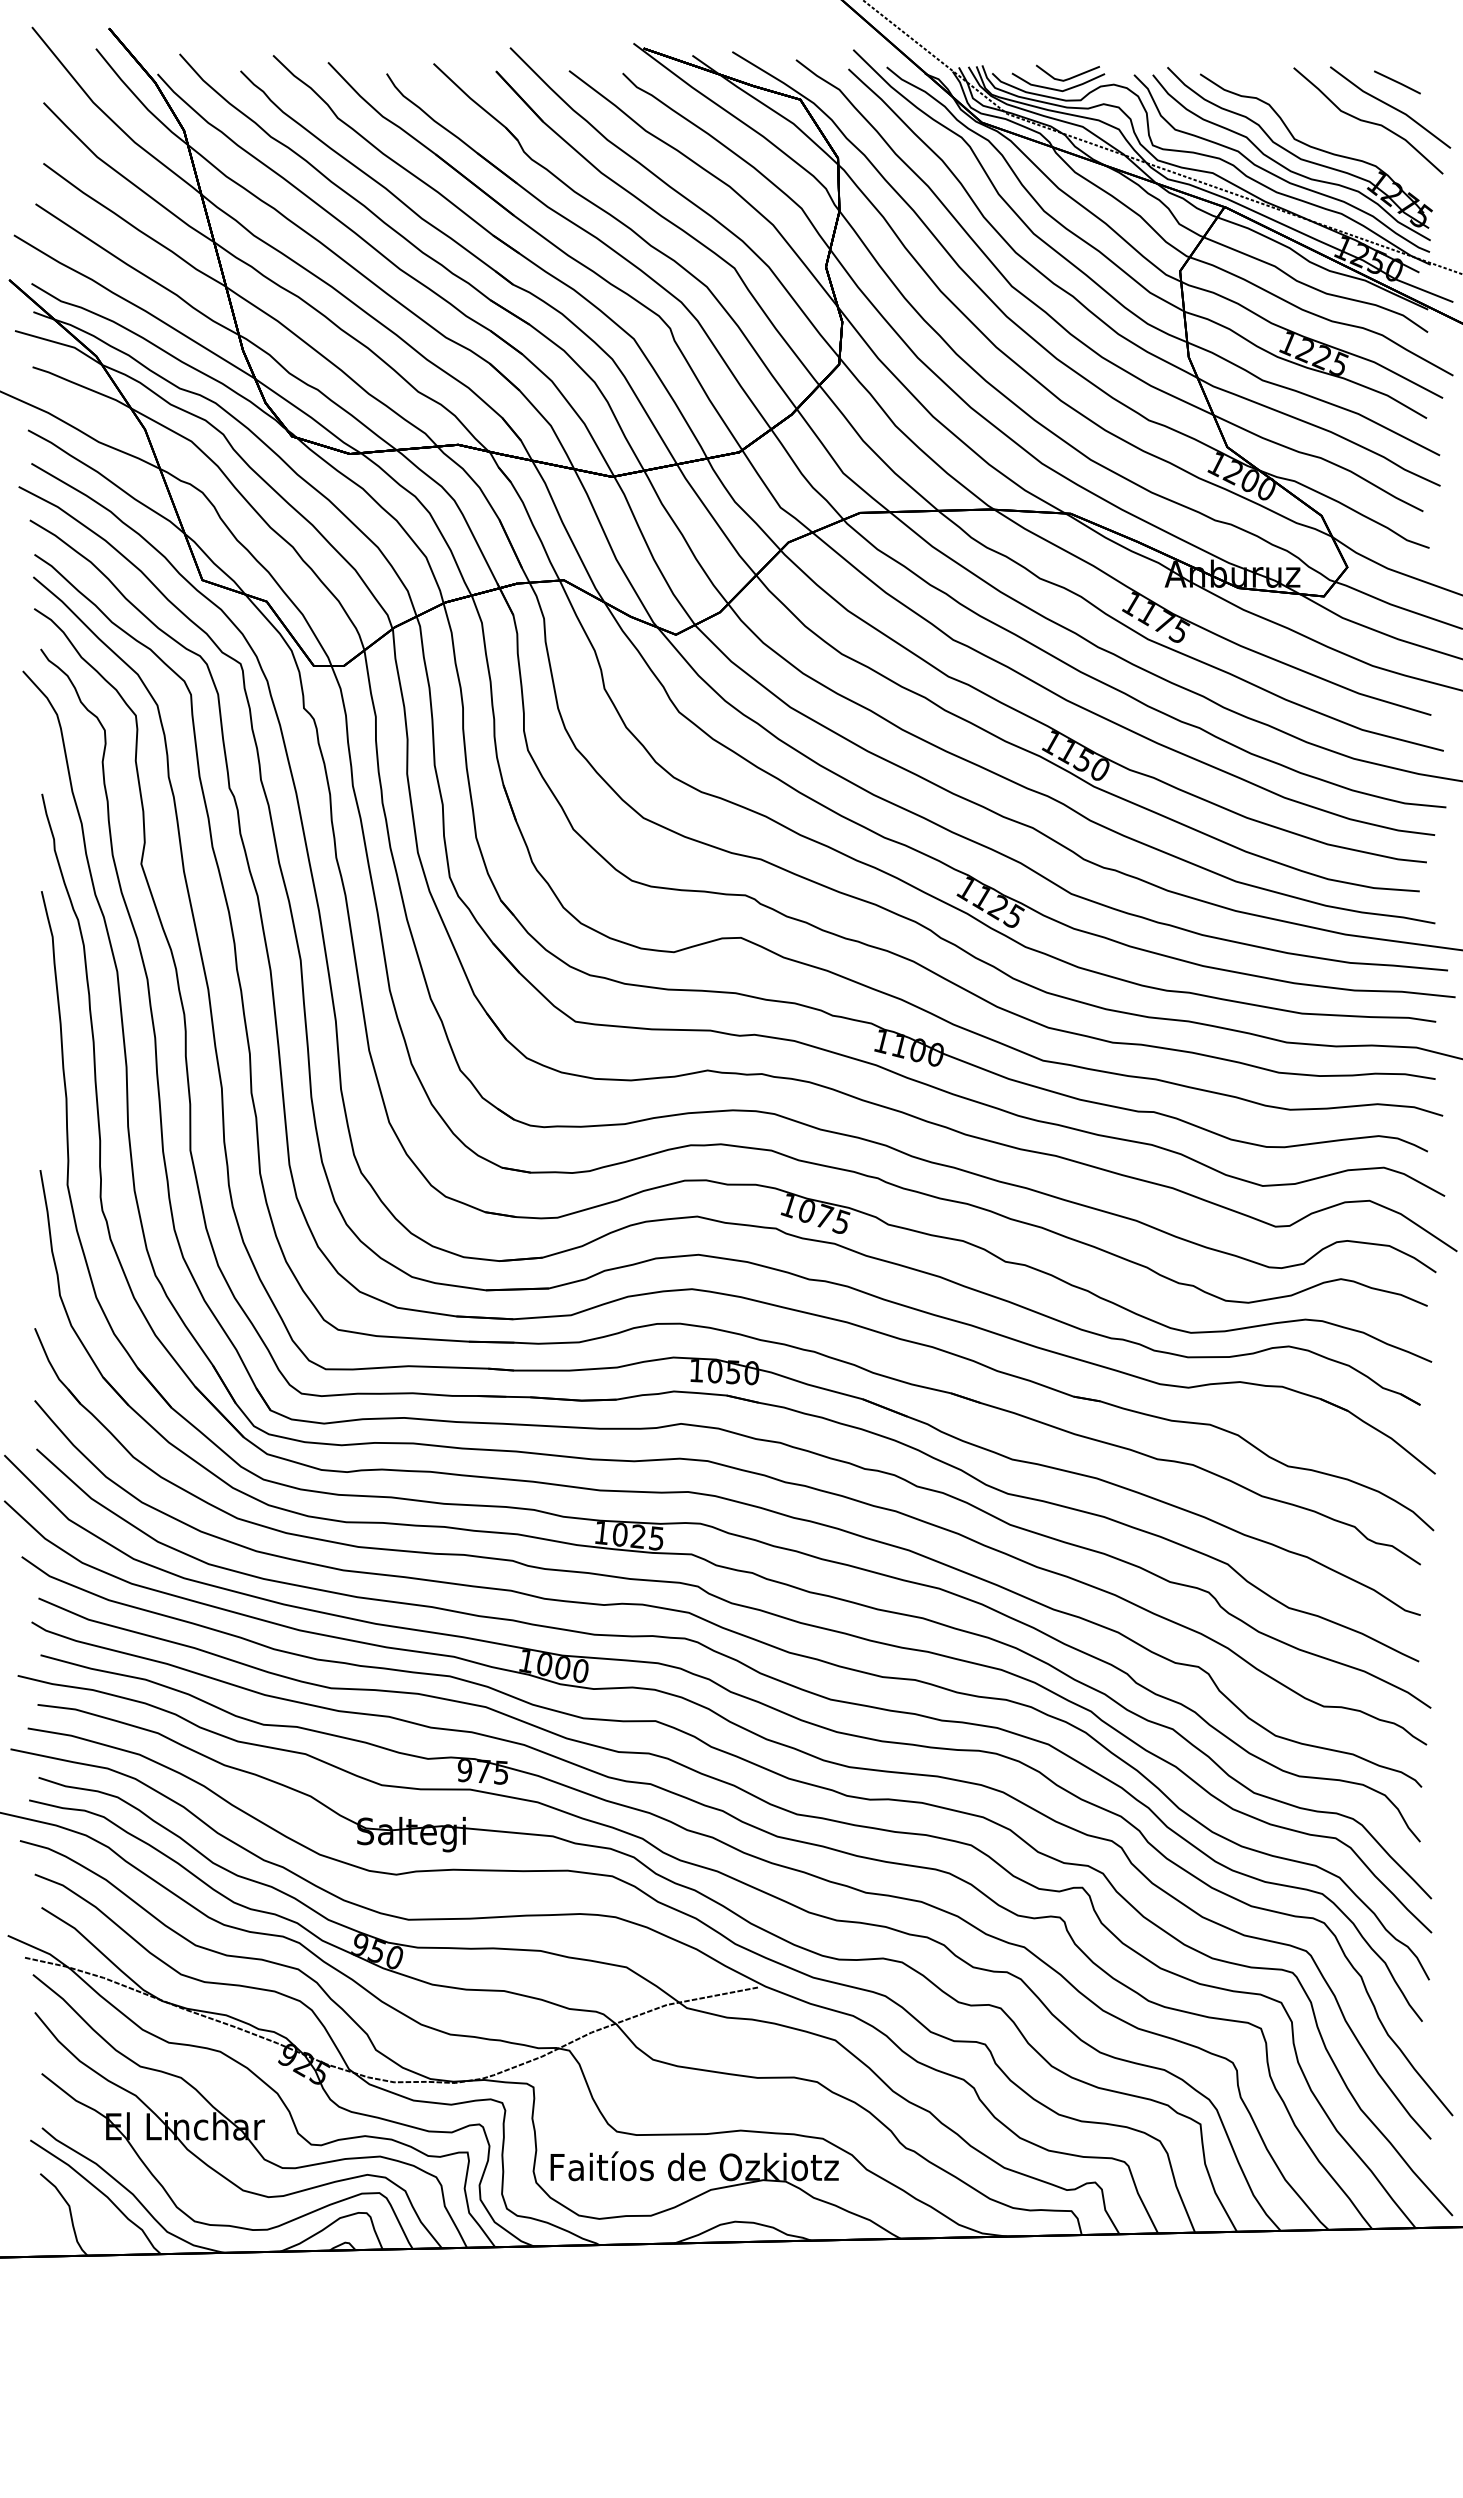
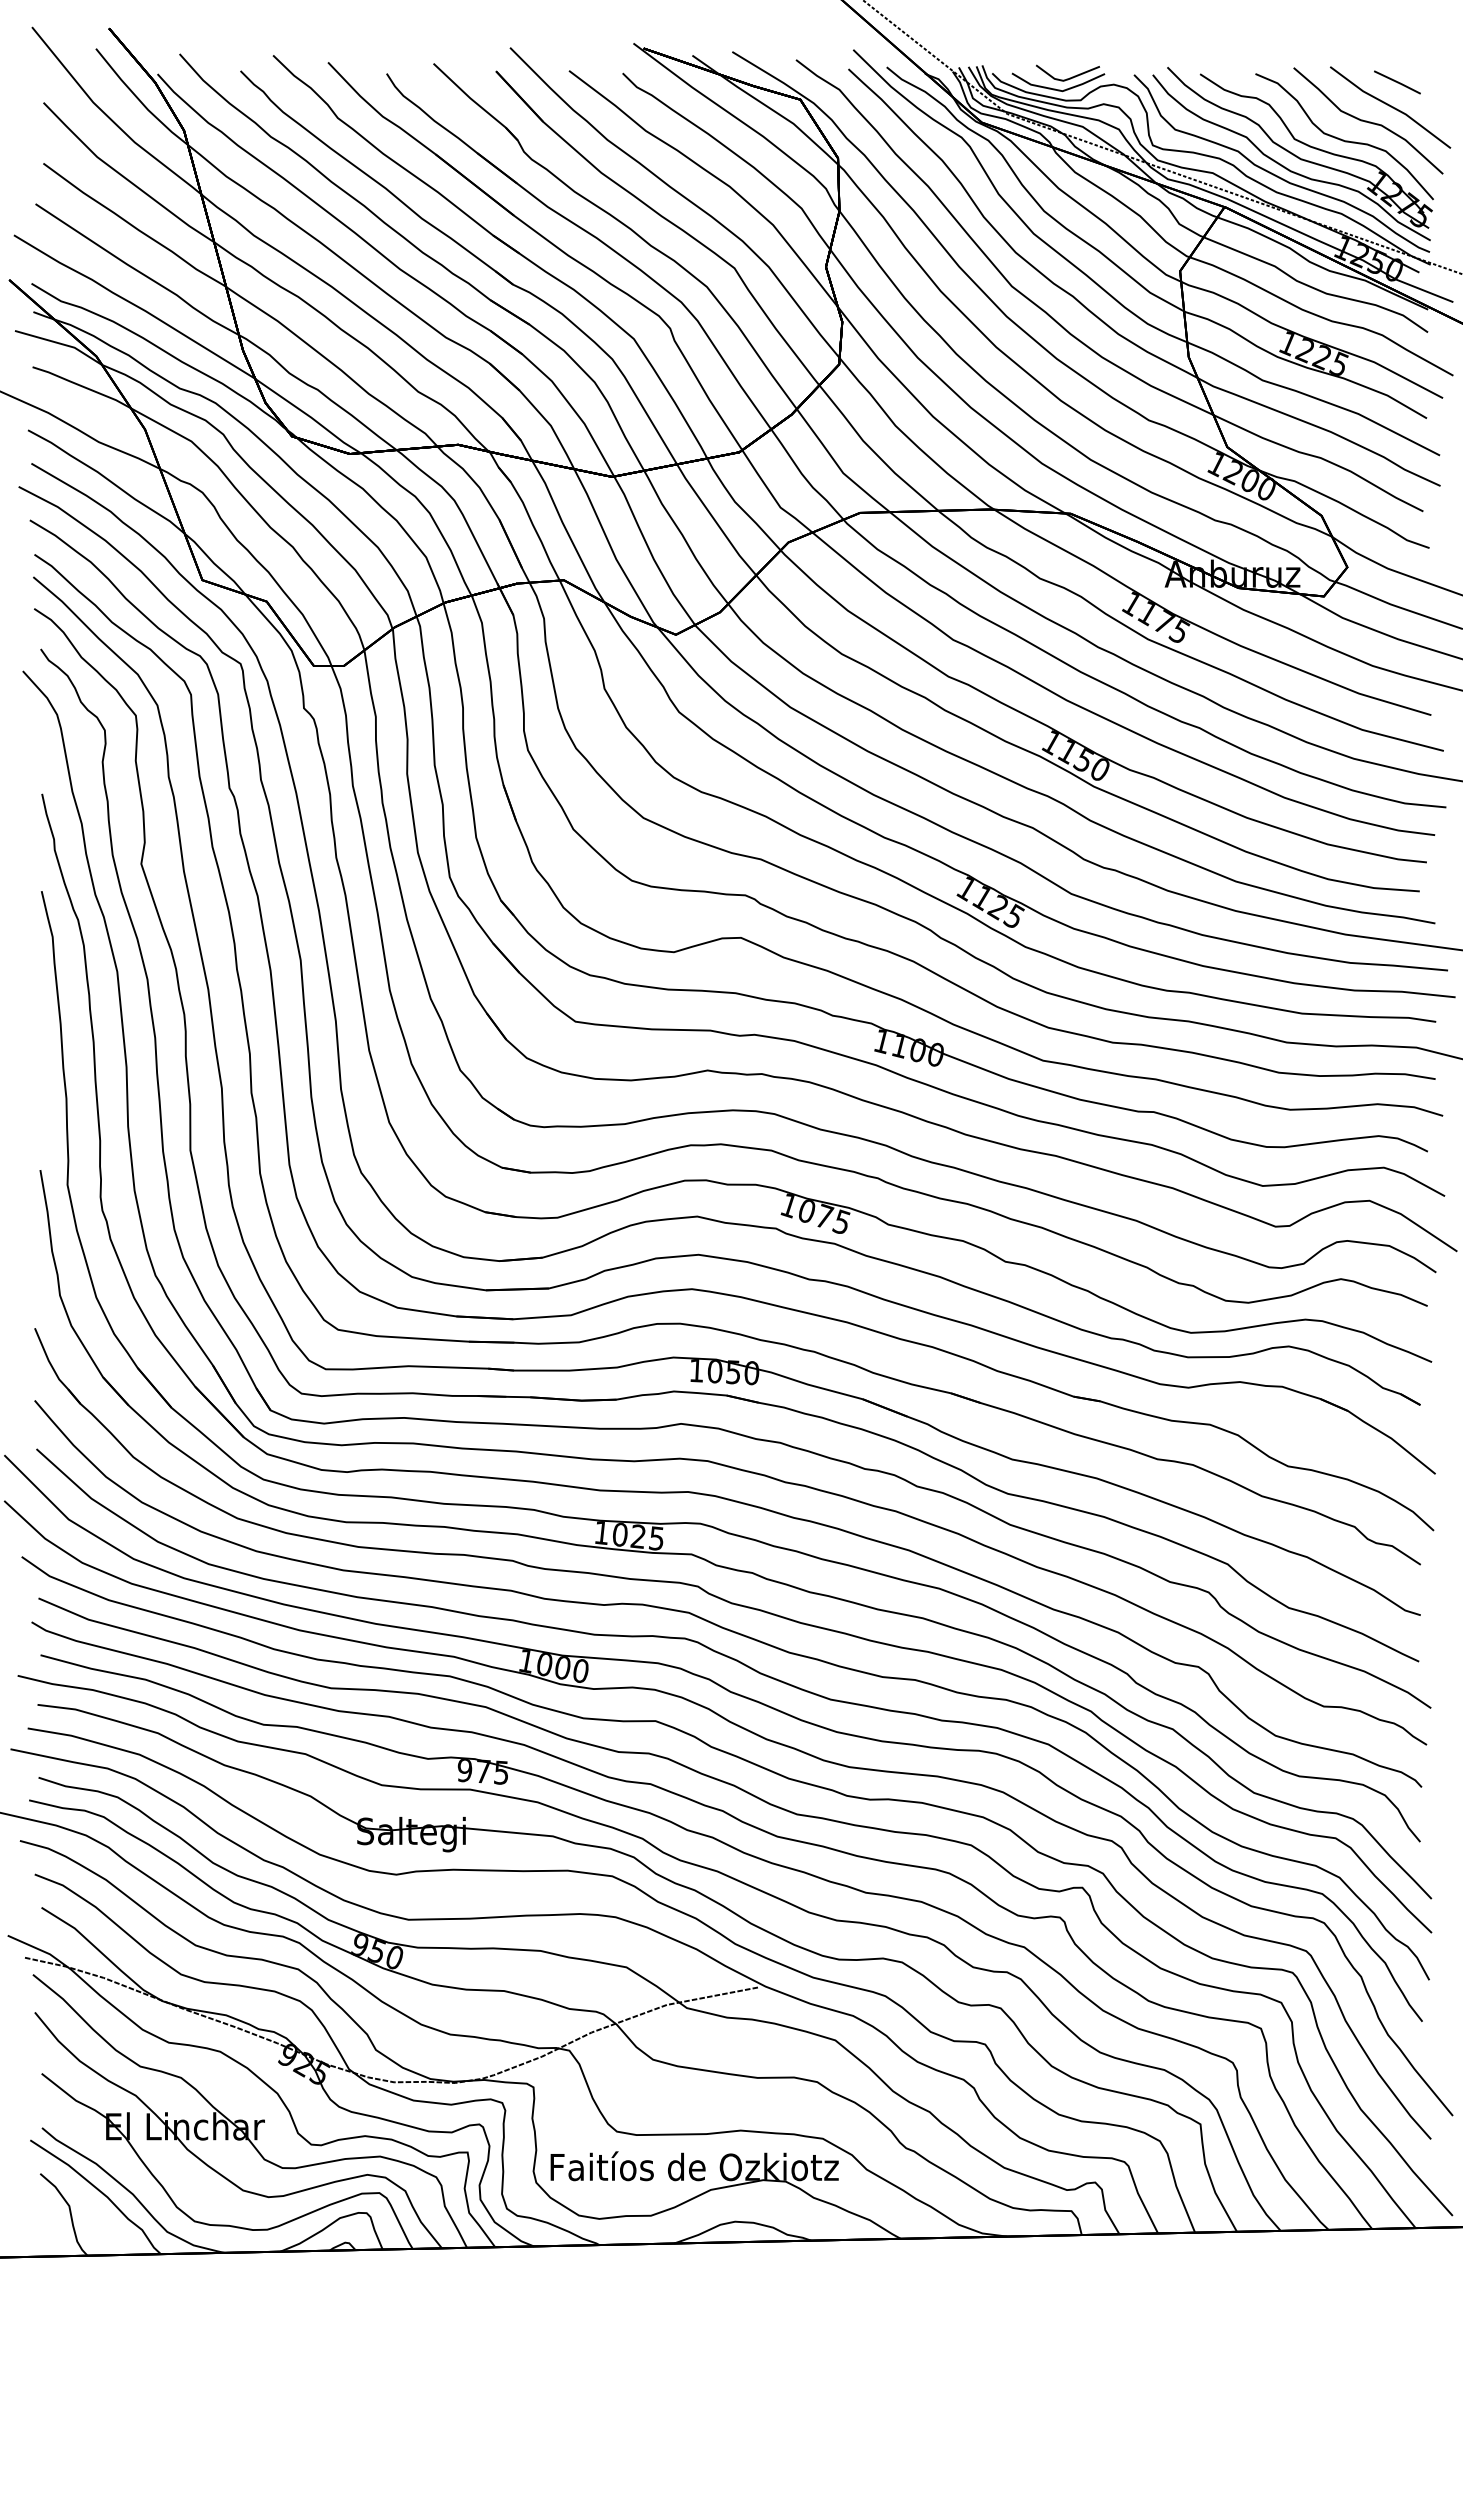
curve at (1343, 139): none -> present
